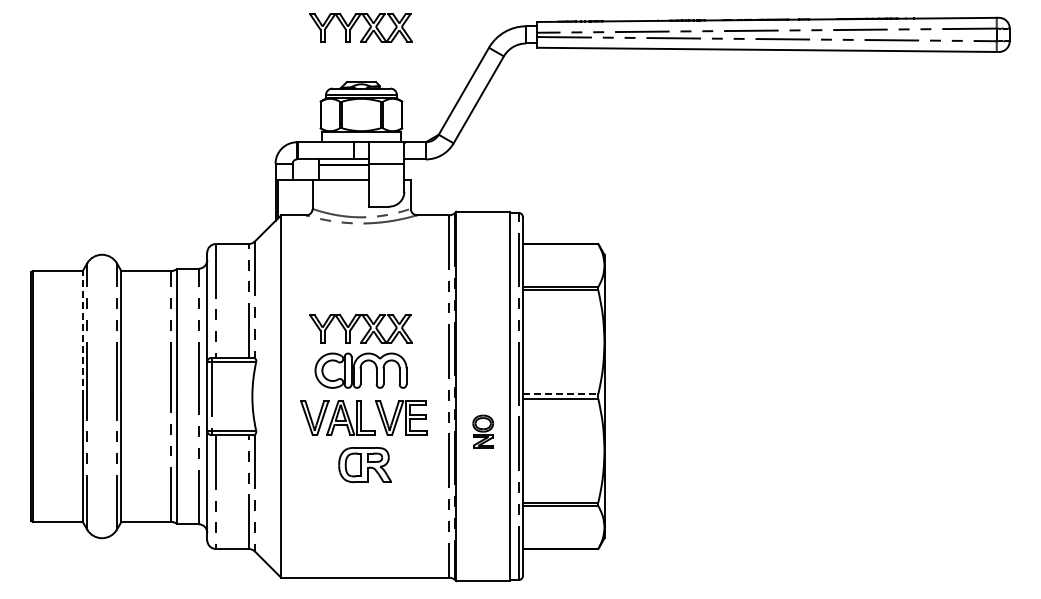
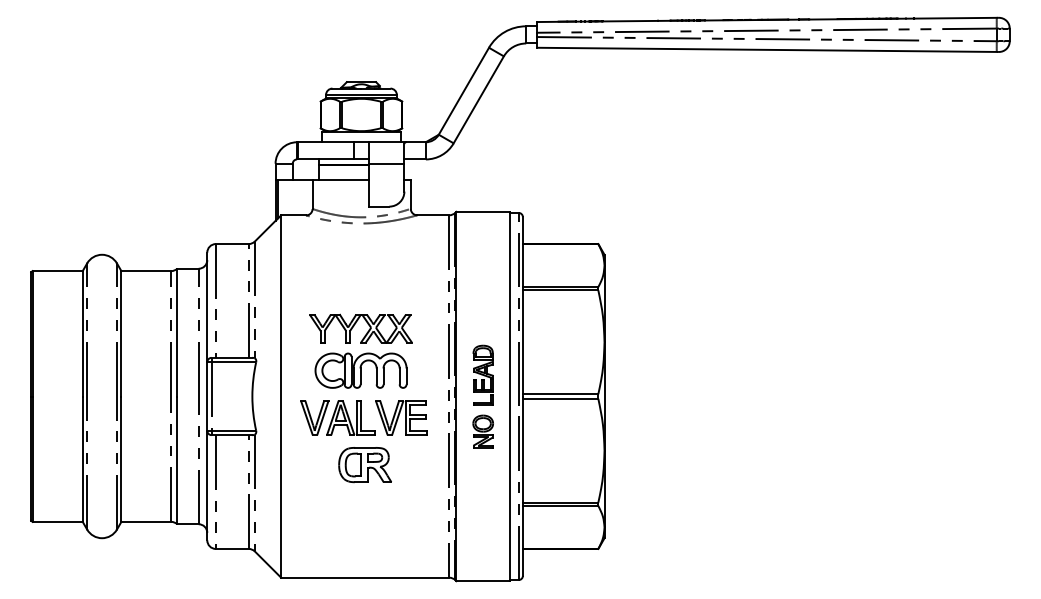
part at (354, 25): present -> none
line at (82, 333): dashed -> solid
part at (482, 374): none -> present
line at (560, 394): dashed -> solid
